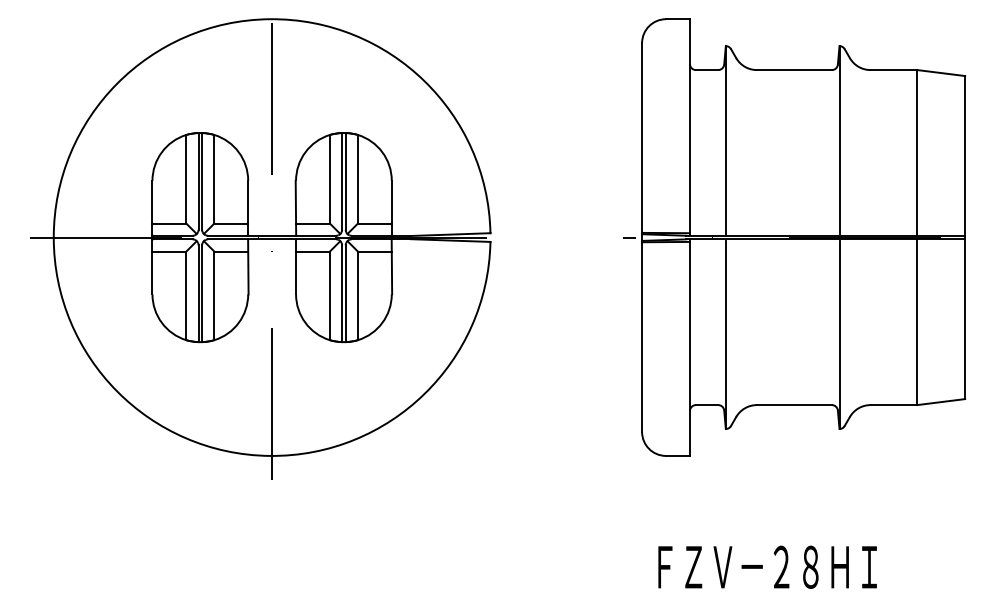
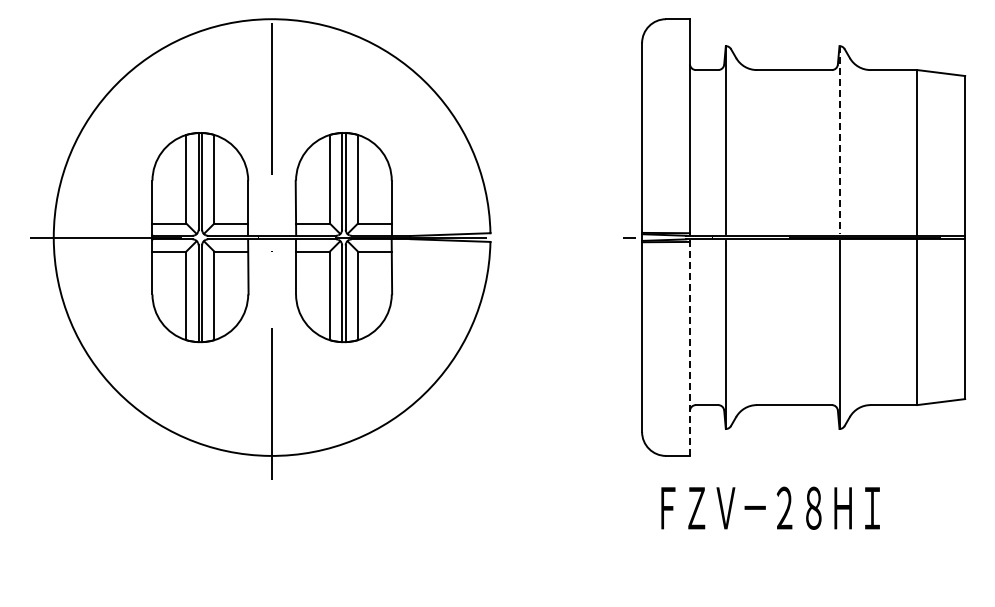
line at (839, 140): solid -> dashed
line at (689, 348): solid -> dashed
text at (767, 566) position: (767, 566) -> (770, 507)
